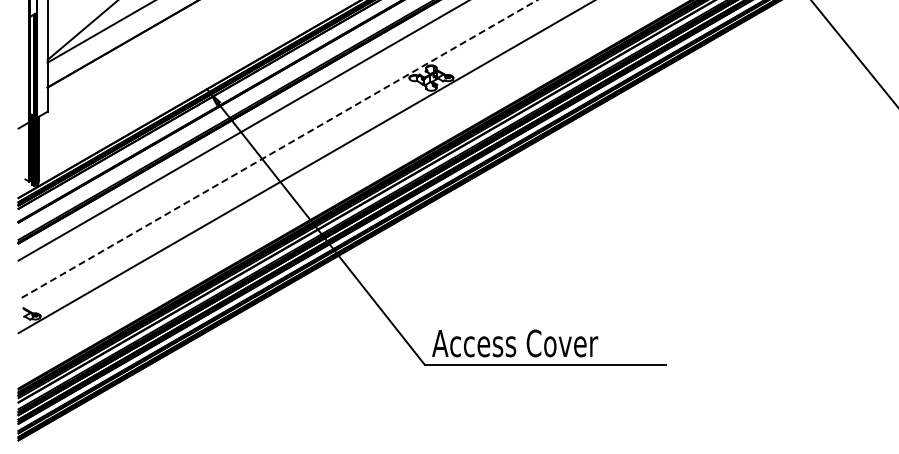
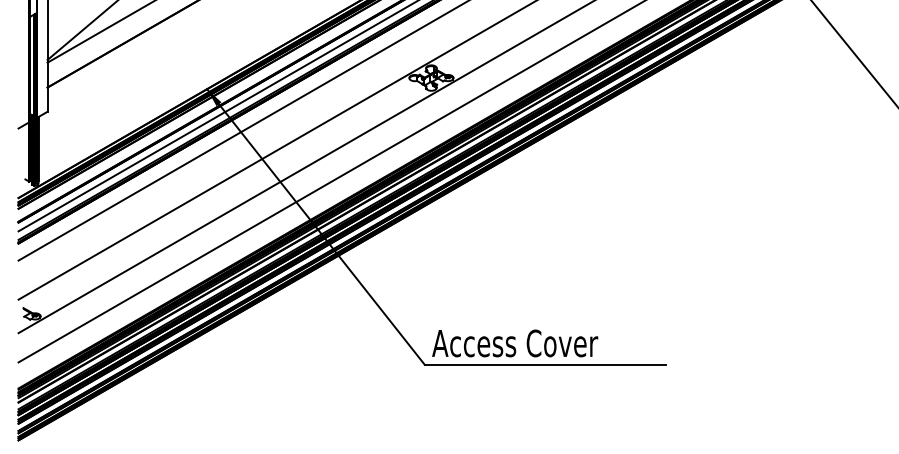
line at (216, 116): none -> present
line at (277, 150): dashed -> solid
line at (330, 182): none -> present
